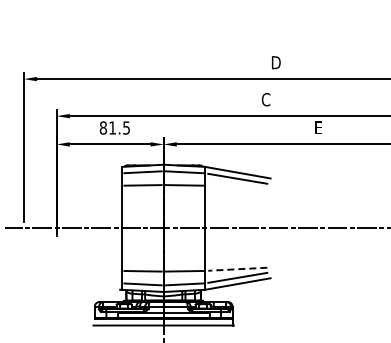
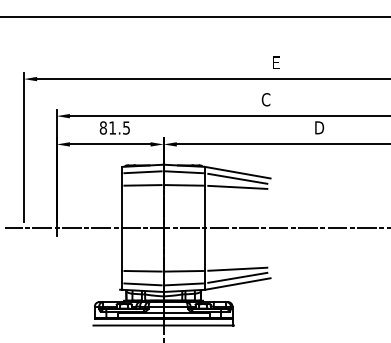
line at (194, 17): none -> present
text at (276, 62): D -> E
text at (319, 127): E -> D
line at (237, 186): none -> present
line at (237, 269): dashed -> solid
